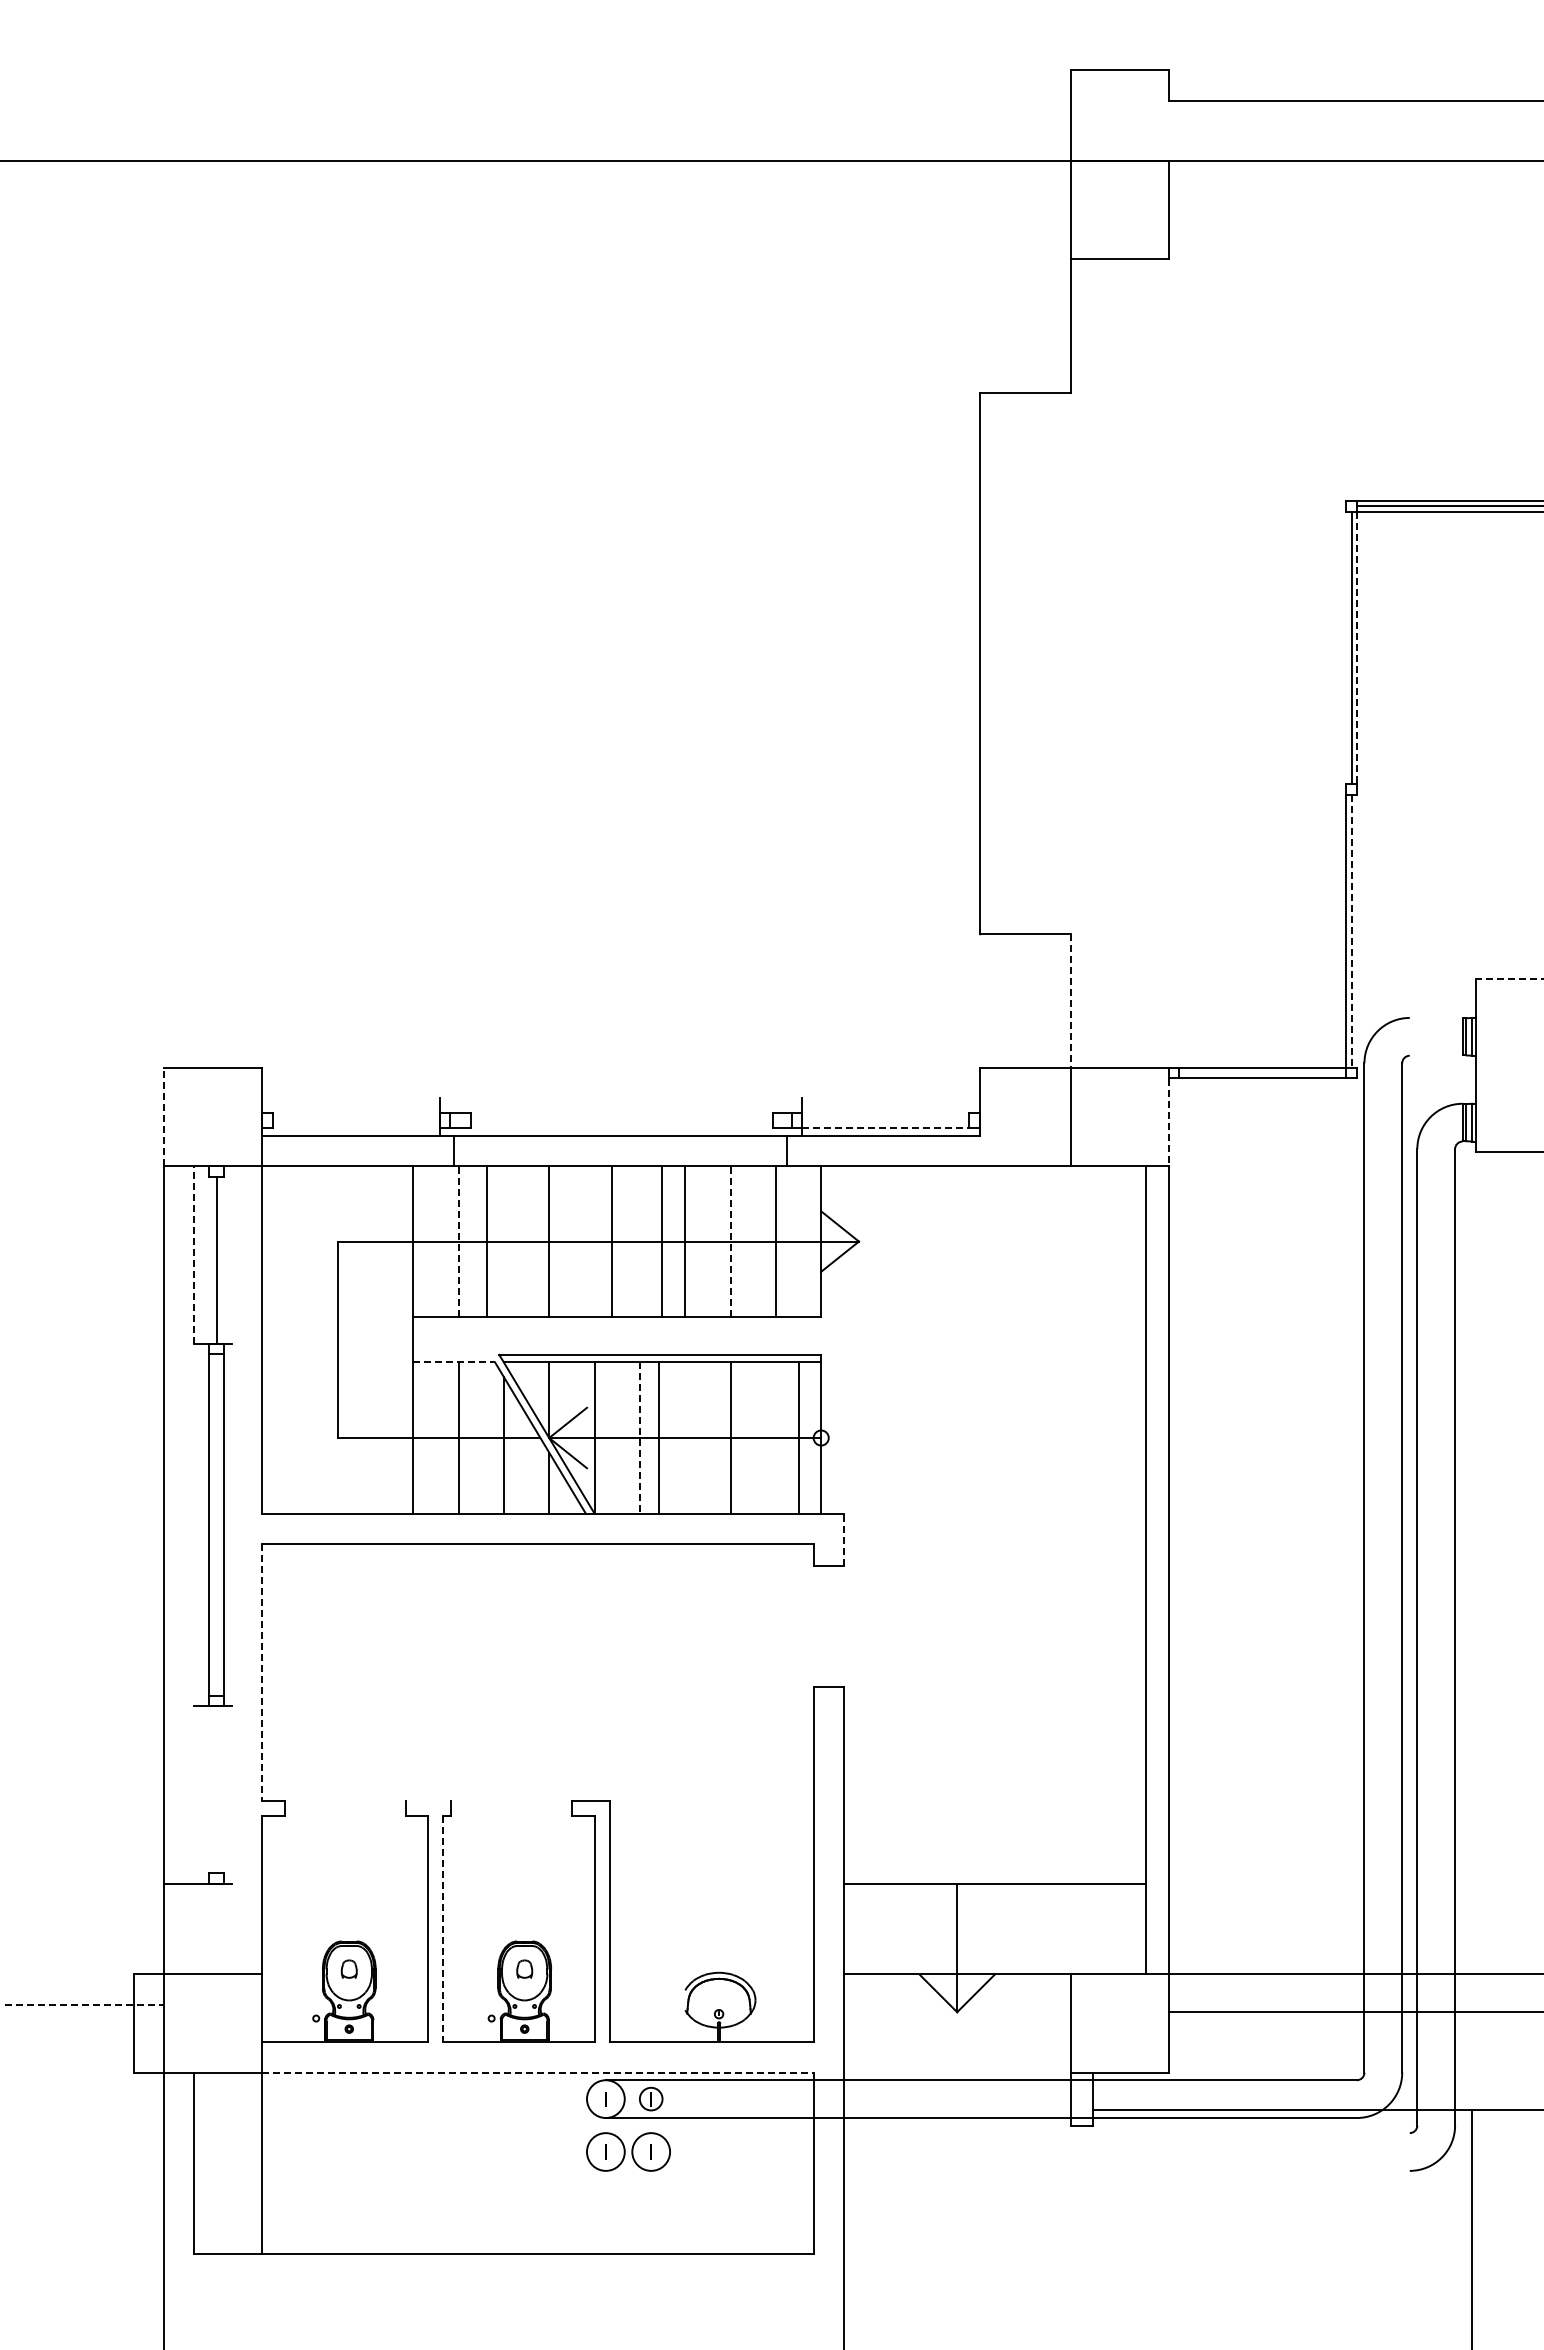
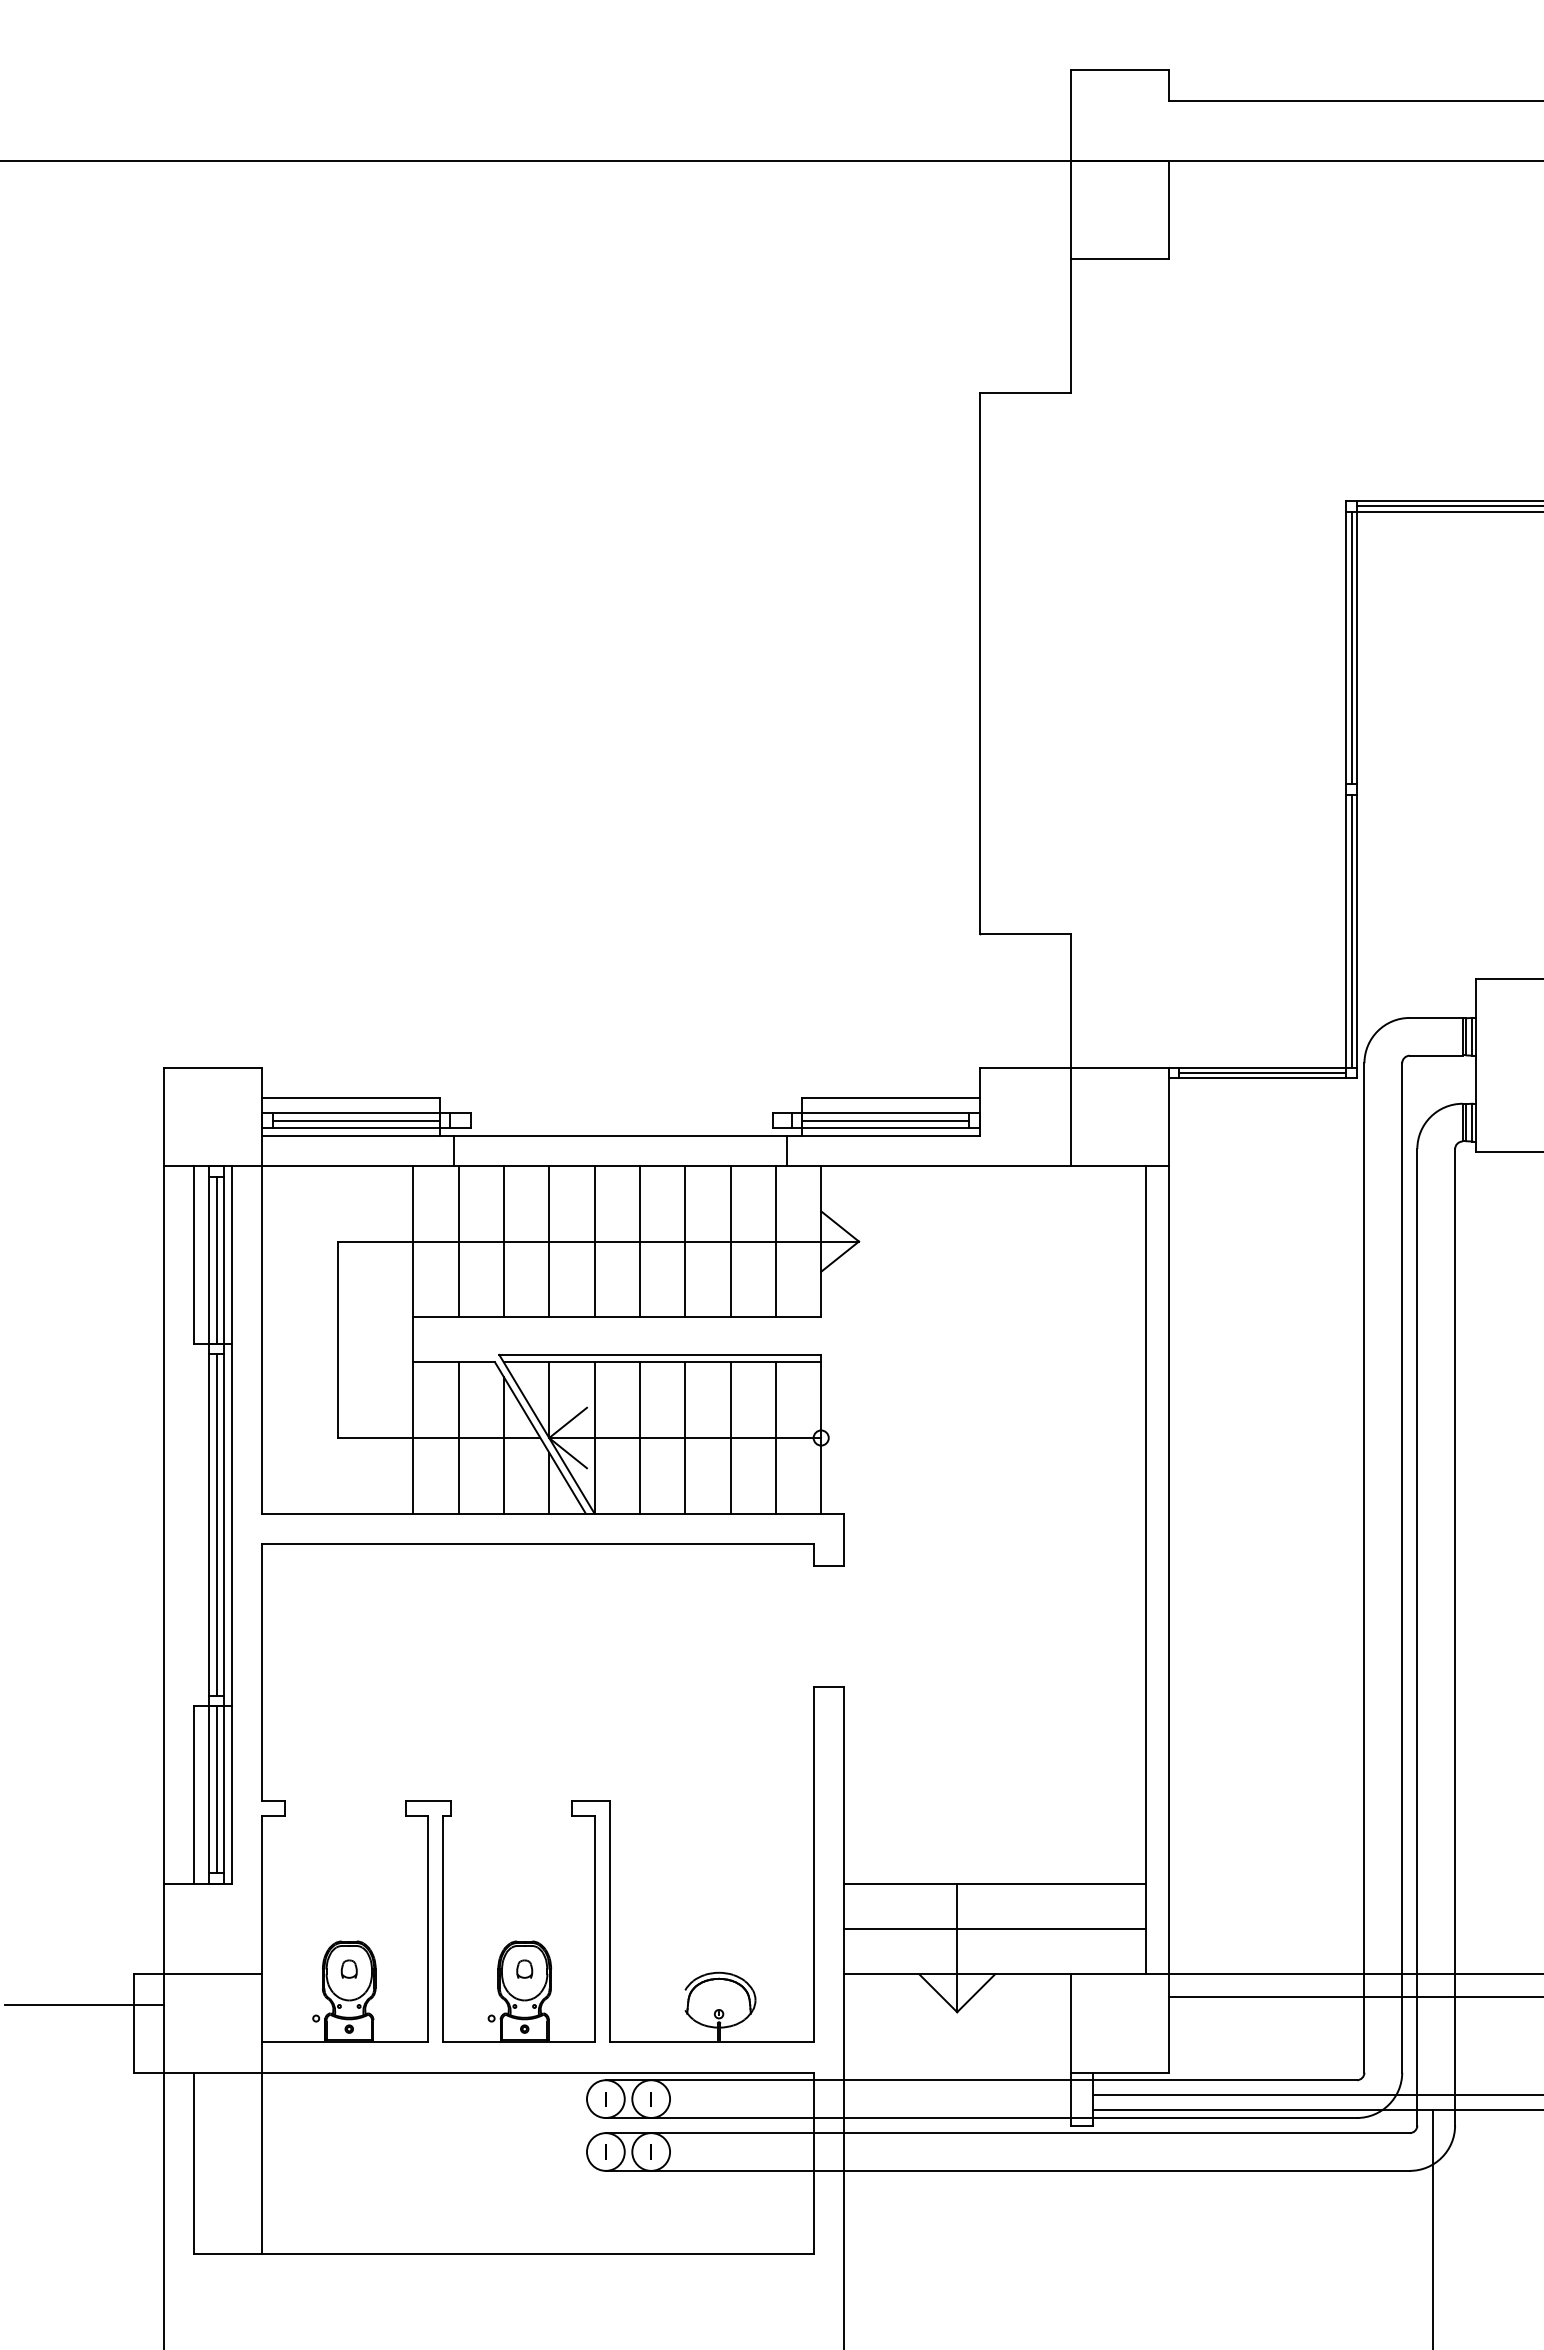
line at (1346, 647): none -> present
line at (1356, 648): dashed -> solid
line at (1351, 931): dashed -> solid
line at (1356, 931): none -> present
line at (1509, 979): dashed -> solid
line at (1070, 1001): dashed -> solid
line at (1435, 1017): none -> present
line at (1435, 1055): none -> present
line at (1262, 1073): none -> present
line at (350, 1098): none -> present
line at (890, 1098): none -> present
line at (355, 1113): none -> present
line at (885, 1113): none -> present
line at (163, 1116): dashed -> solid
line at (1168, 1117): dashed -> solid
line at (355, 1120): none -> present
line at (885, 1120): none -> present
line at (355, 1128): none -> present
line at (886, 1128): dashed -> solid
line at (458, 1241): dashed -> solid
line at (486, 1241) position: (486, 1241) -> (503, 1241)
line at (611, 1241) position: (611, 1241) -> (594, 1241)
line at (661, 1241) position: (661, 1241) -> (639, 1241)
line at (730, 1241): dashed -> solid
line at (194, 1254): dashed -> solid
line at (209, 1259): none -> present
line at (224, 1259): none -> present
line at (454, 1362): dashed -> solid
line at (659, 1437) position: (659, 1437) -> (685, 1437)
line at (798, 1437) position: (798, 1437) -> (775, 1437)
line at (639, 1438): dashed -> solid
line at (216, 1524): none -> present
line at (231, 1524): none -> present
line at (843, 1539): dashed -> solid
line at (262, 1672): dashed -> solid
line at (209, 1789): none -> present
line at (216, 1789): none -> present
line at (224, 1789): none -> present
line at (194, 1794): none -> present
line at (427, 1800): none -> present
line at (443, 1929): dashed -> solid
line at (994, 1929): none -> present
line at (85, 2004): dashed -> solid
line at (1354, 2012) position: (1354, 2012) -> (1354, 1997)
line at (537, 2072): dashed -> solid
line at (1316, 2095): none -> present
circle at (650, 2098) diameter: 23 px -> 38 px
line at (1007, 2133): none -> present
line at (1007, 2170): none -> present
line at (1472, 2228) position: (1472, 2228) -> (1433, 2228)
